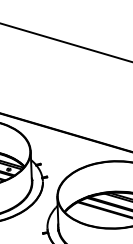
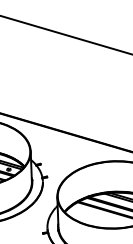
line at (65, 42) position: (65, 42) -> (65, 34)
